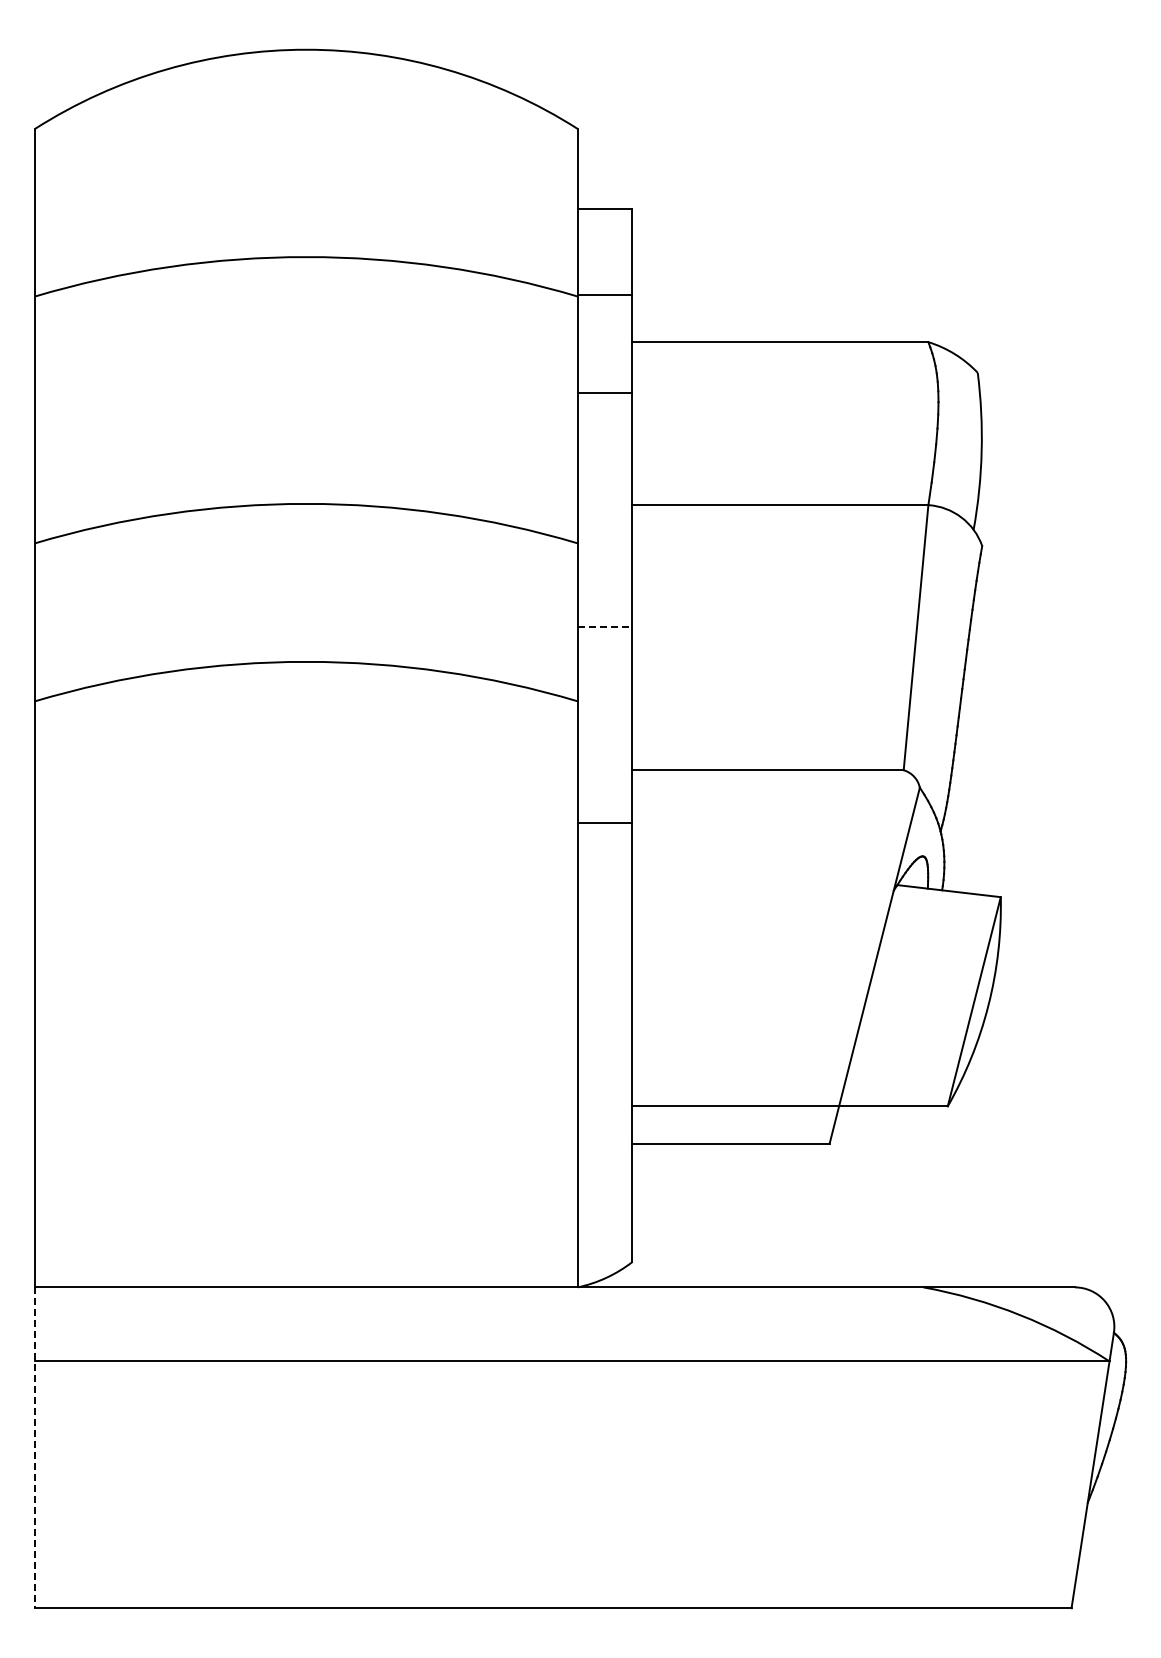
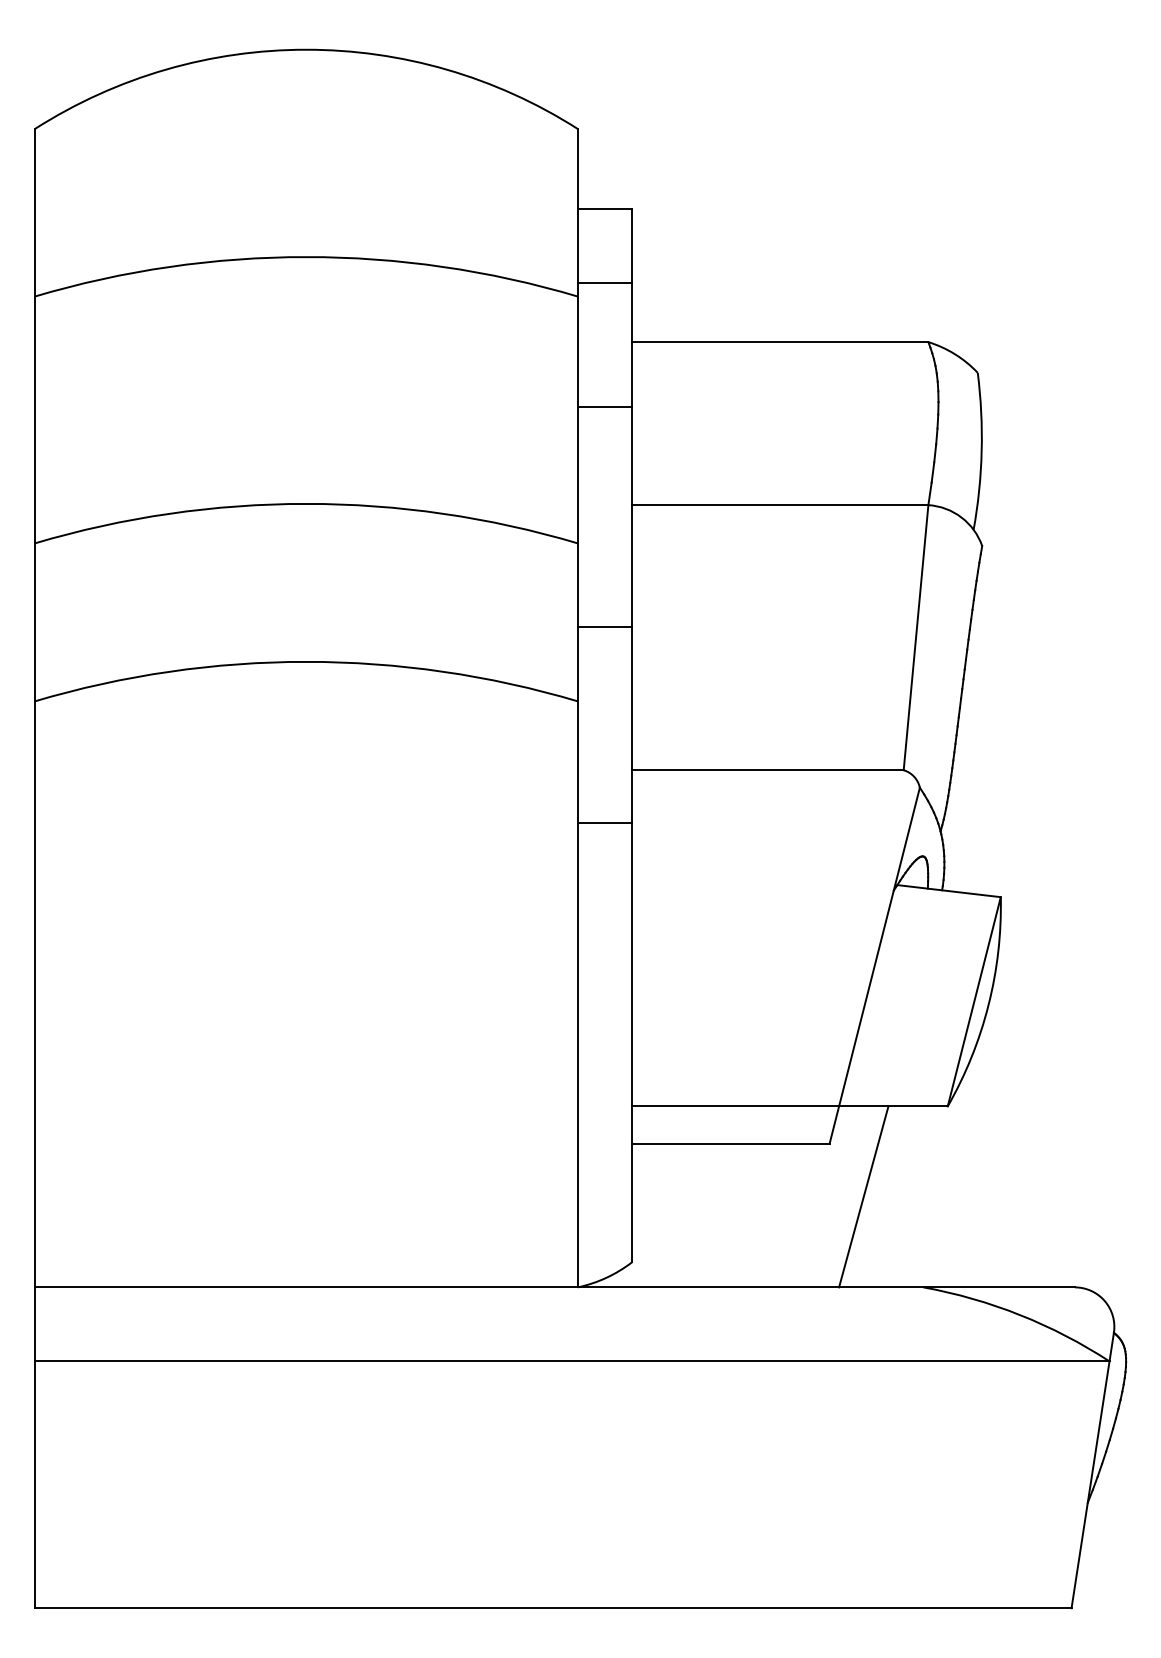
line at (604, 294) position: (604, 294) -> (604, 282)
line at (604, 392) position: (604, 392) -> (604, 406)
line at (605, 627): dashed -> solid
line at (863, 1196): none -> present
line at (34, 1448): dashed -> solid
